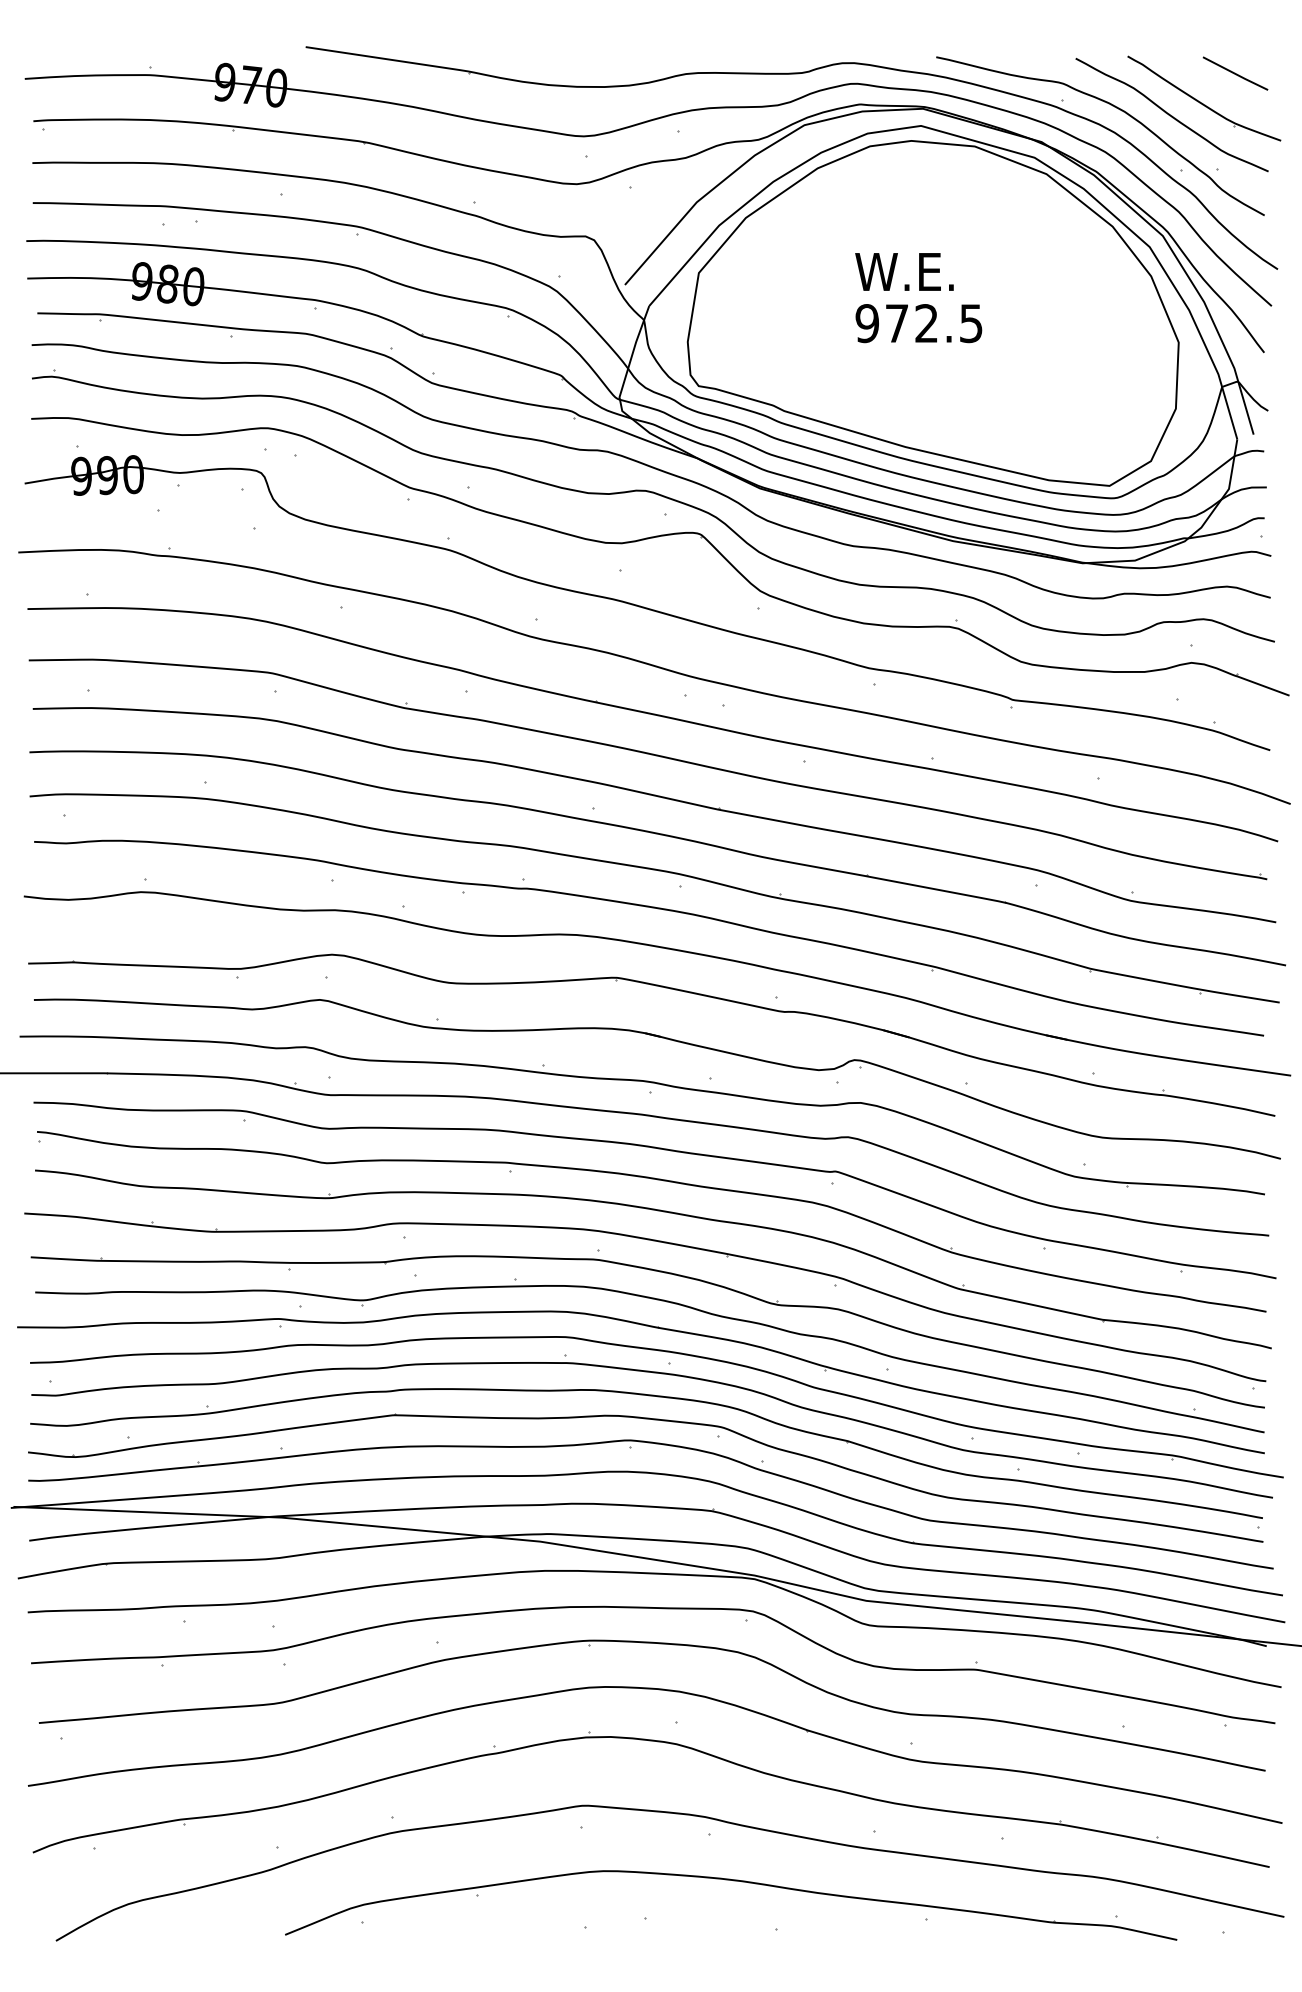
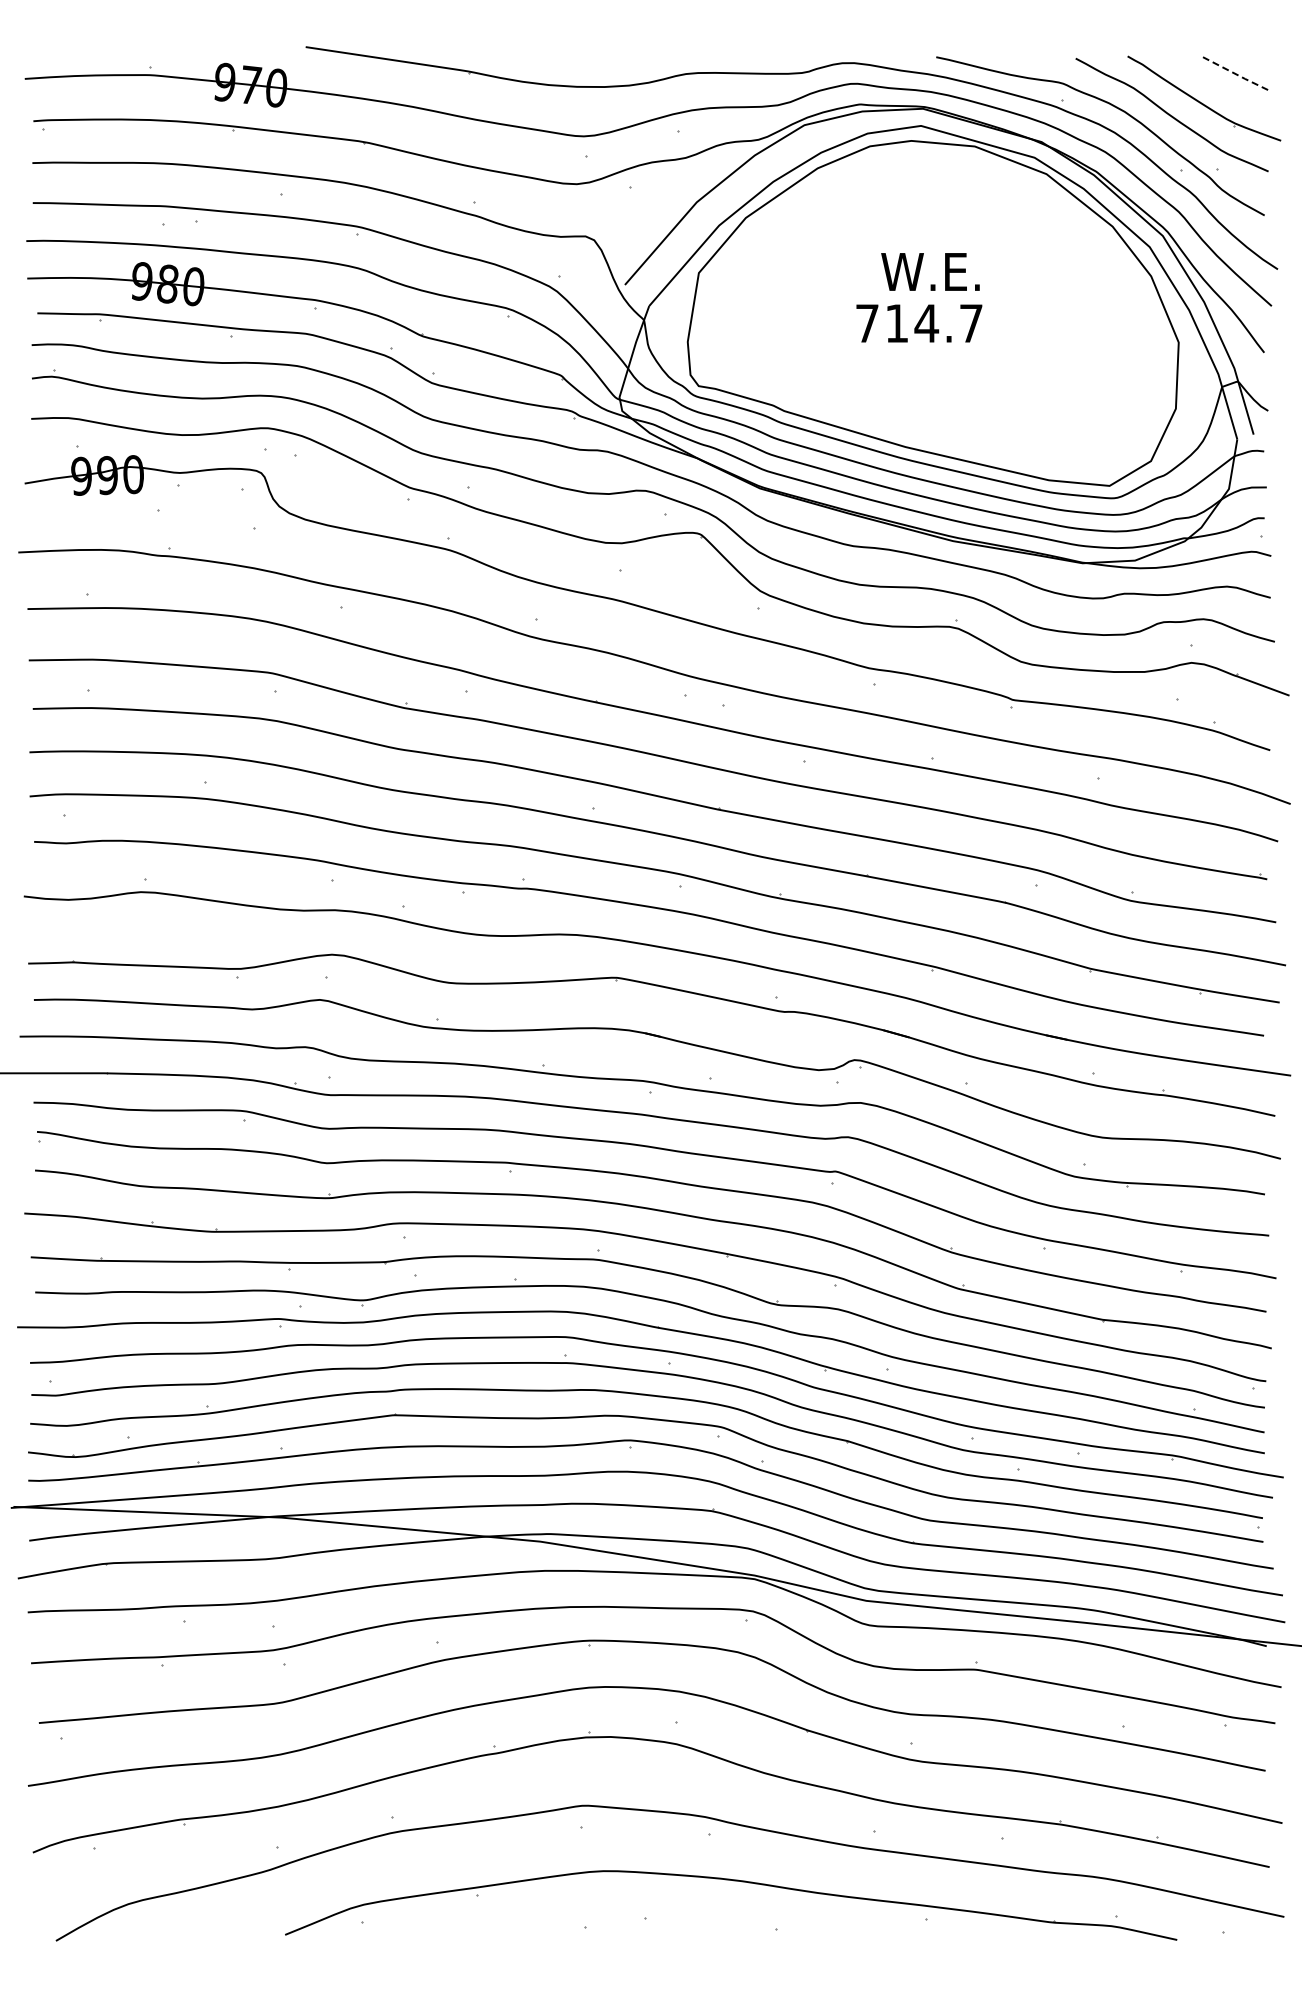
line at (1235, 73): solid -> dashed
text at (904, 271) position: (904, 271) -> (930, 271)
text at (918, 323): 972.5 -> 714.7
